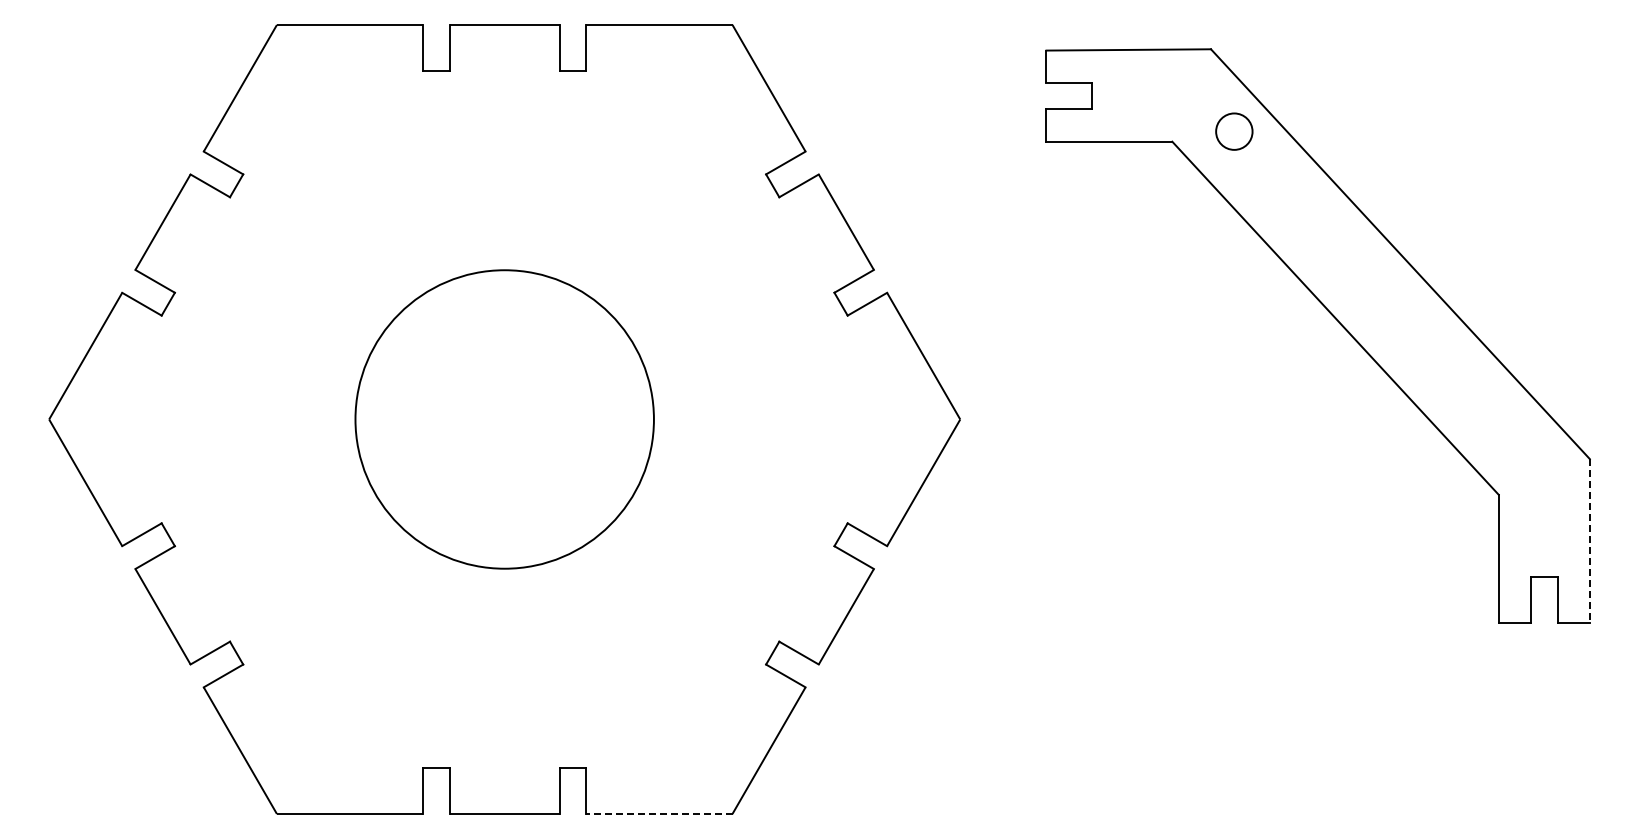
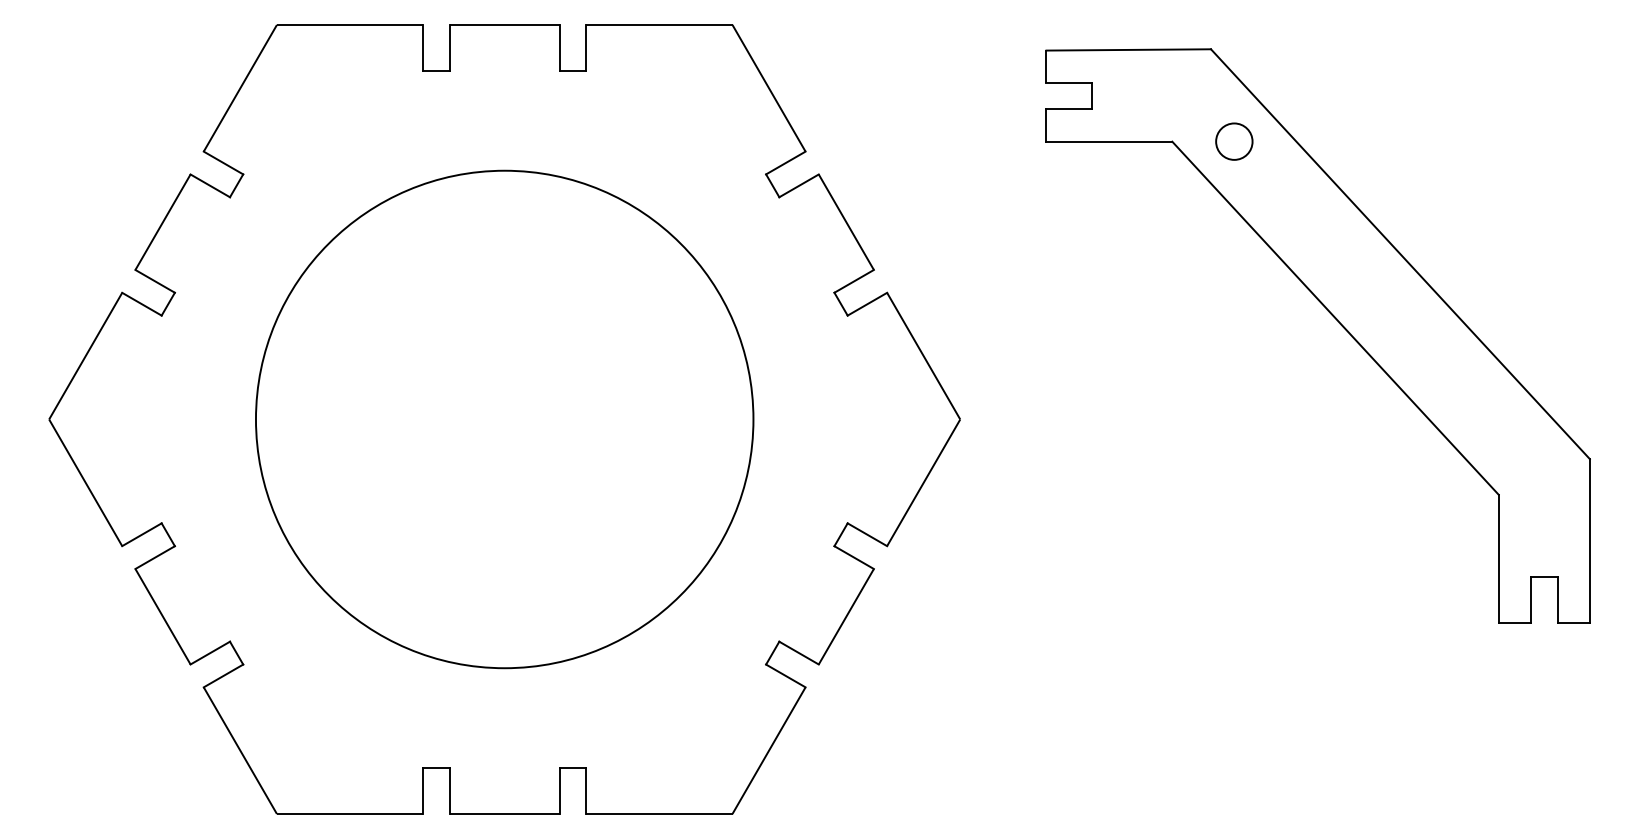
circle at (1234, 131) position: (1234, 131) -> (1234, 141)
circle at (504, 419) diameter: 298 px -> 497 px
line at (1589, 540): dashed -> solid
line at (658, 814): dashed -> solid
